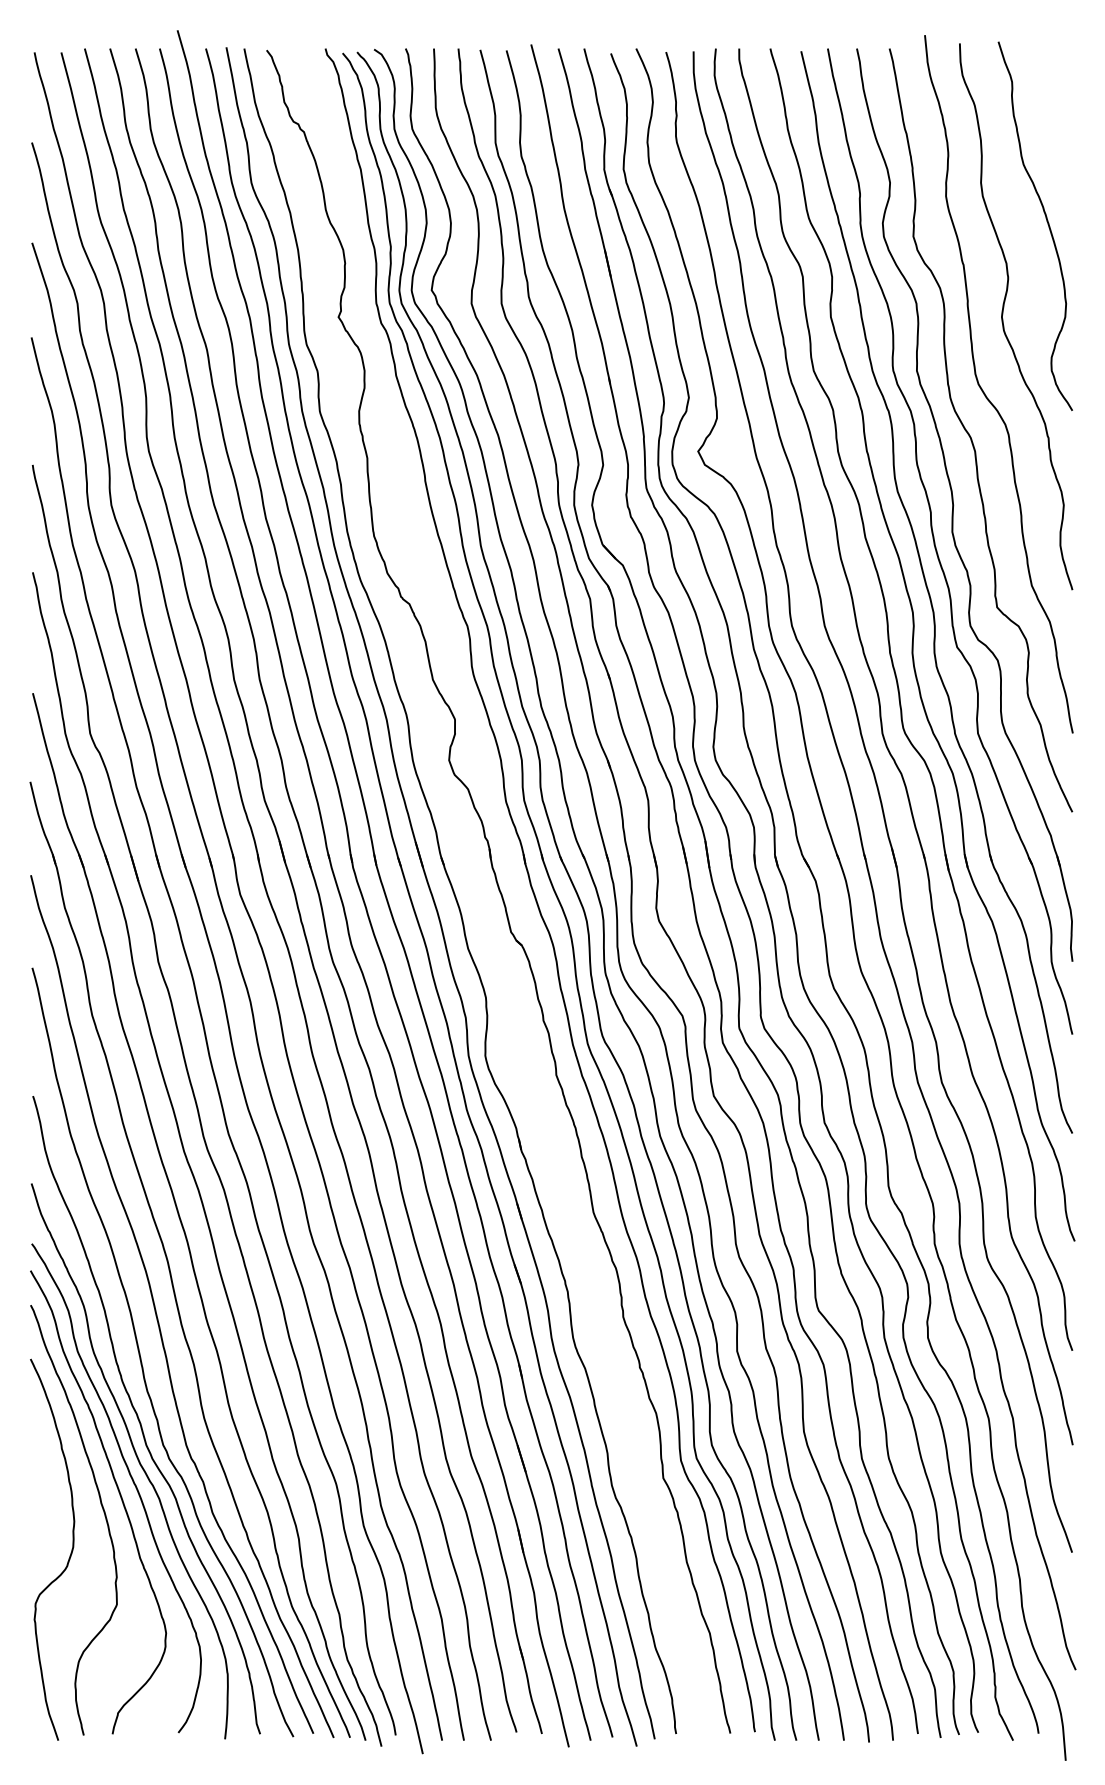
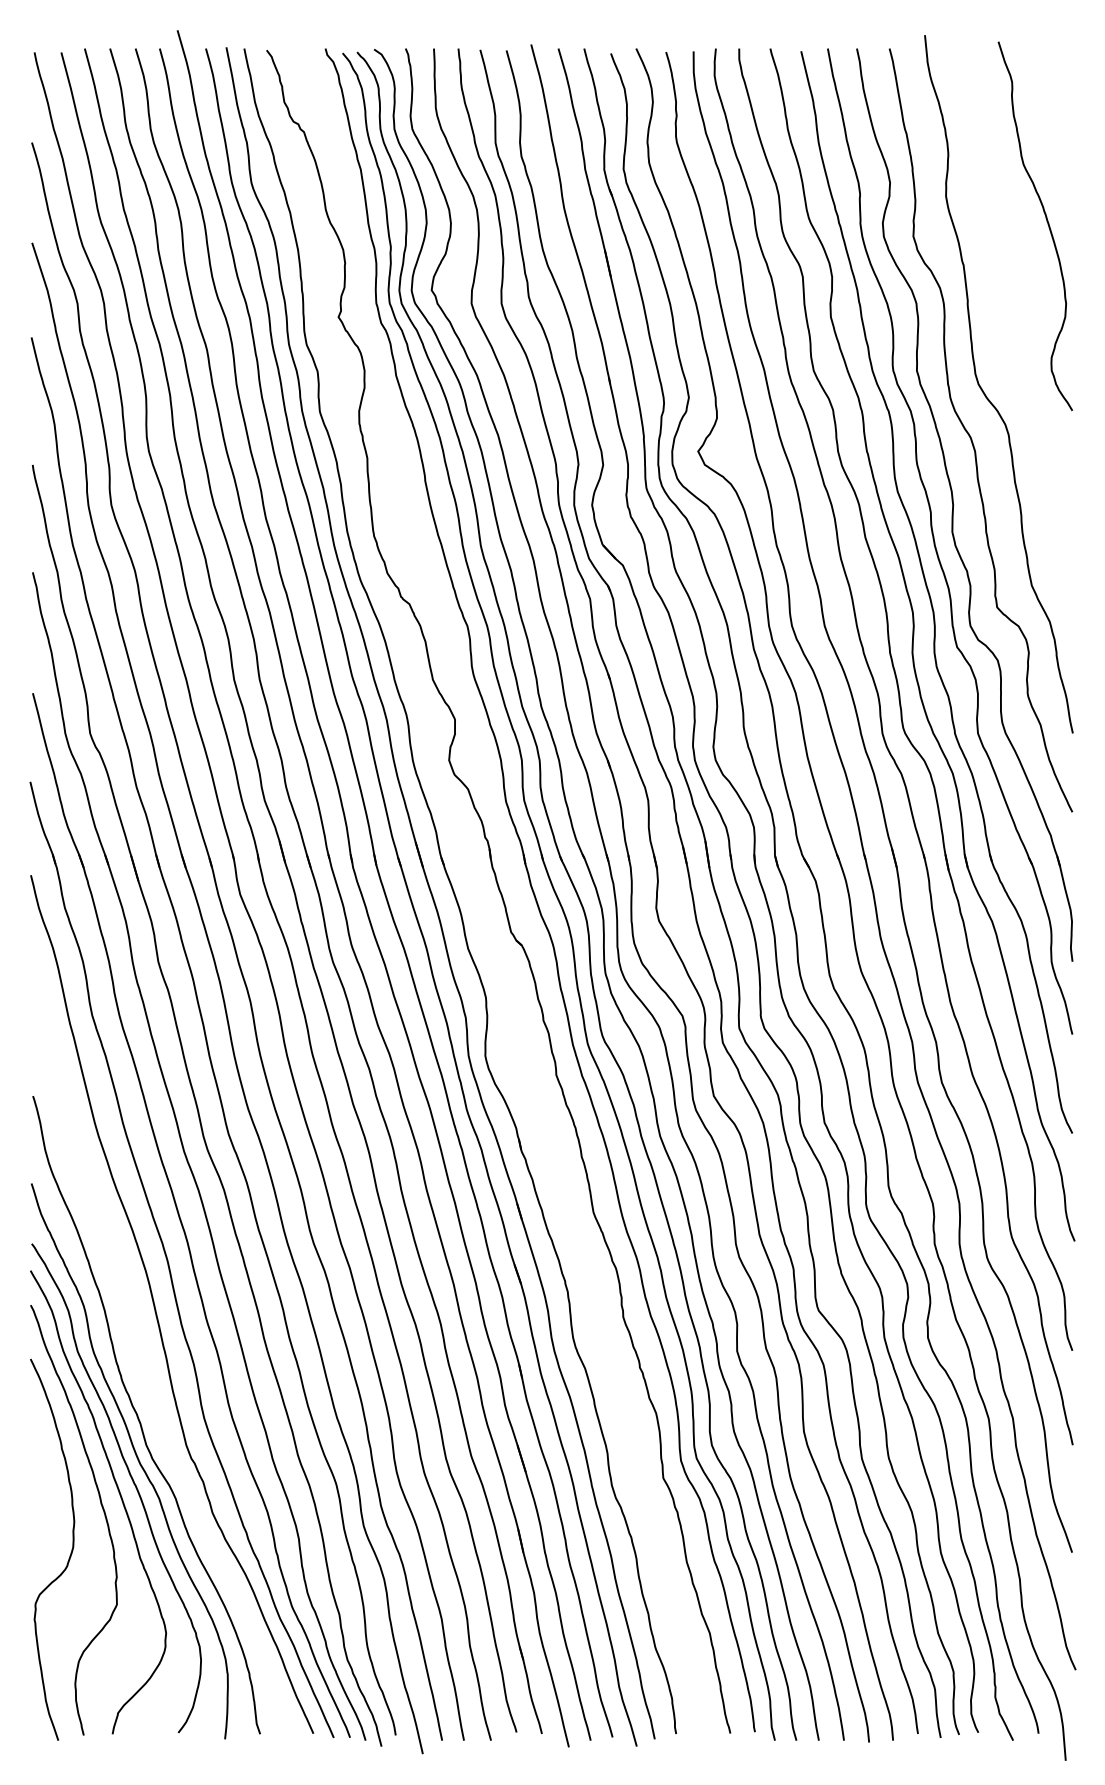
curve at (1003, 314): present -> none
curve at (141, 1357): present -> none
